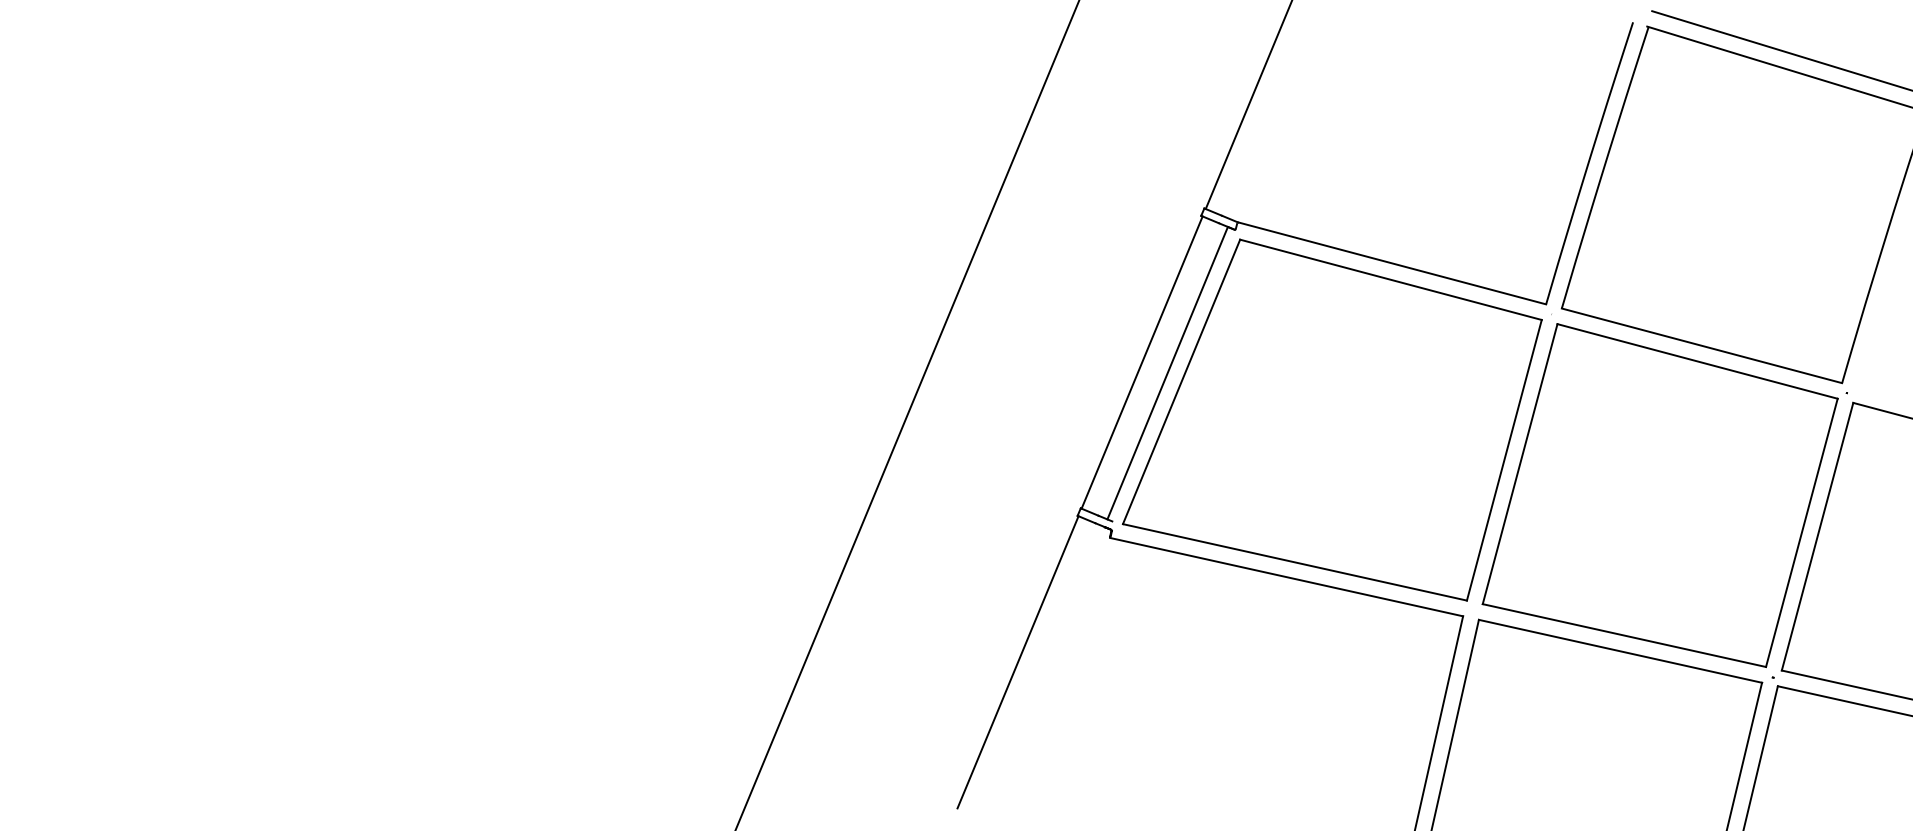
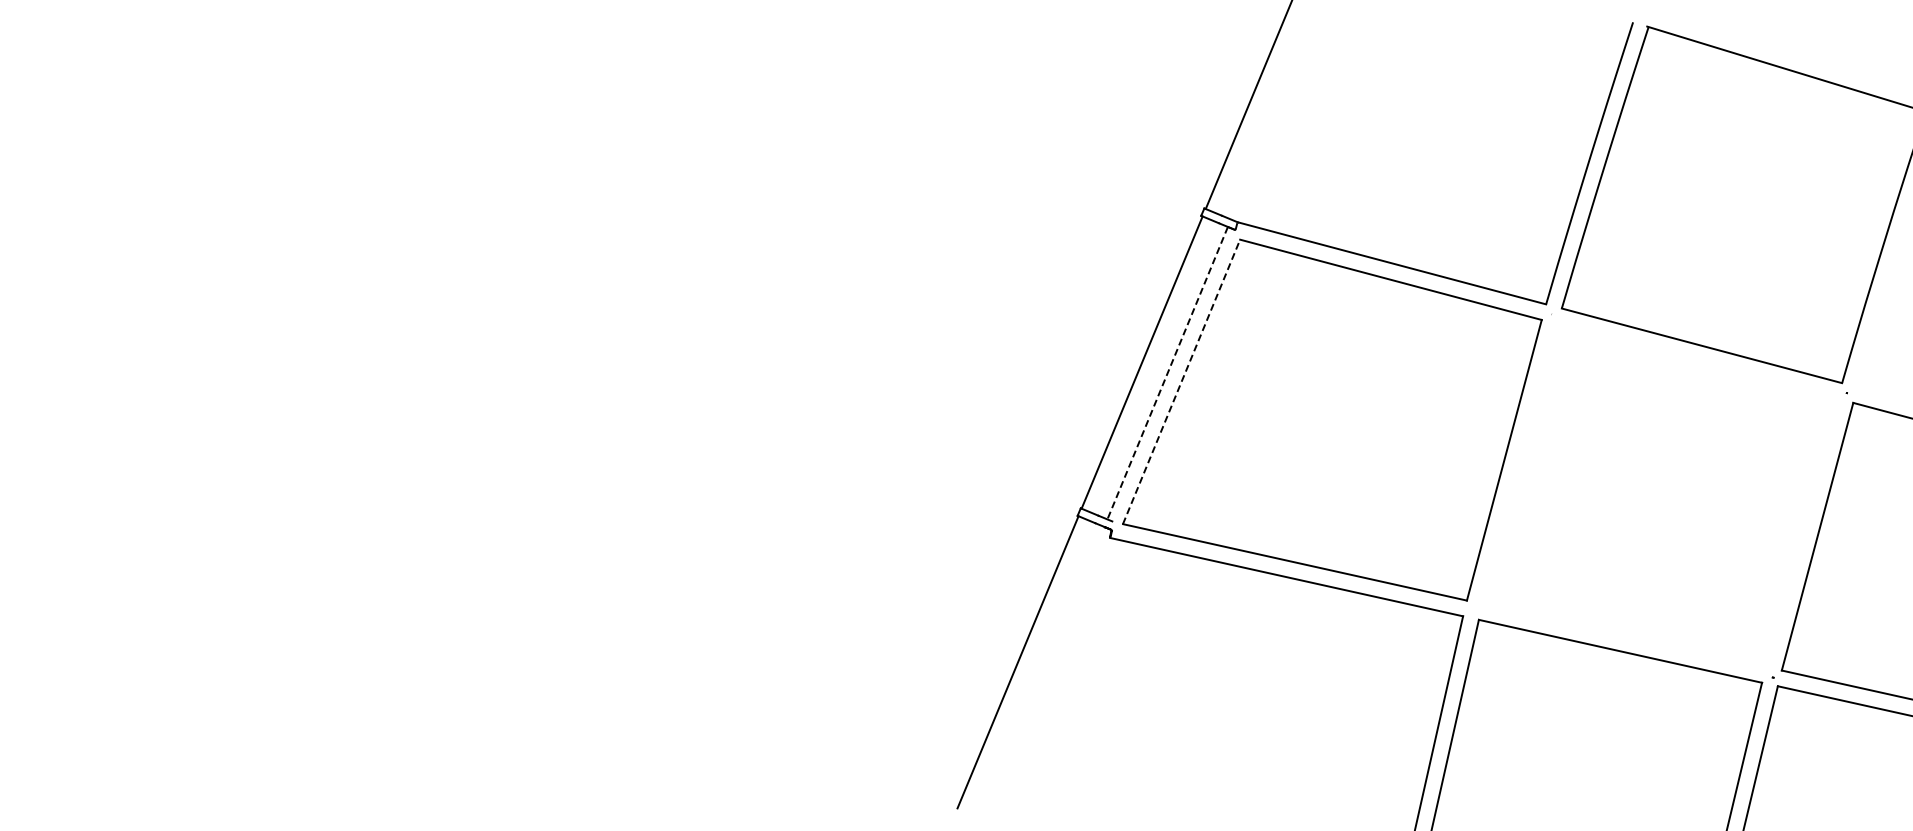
line at (1780, 50): present -> none
line at (1167, 373): solid -> dashed
line at (1181, 381): solid -> dashed
line at (907, 414): present -> none
part at (1659, 495): present -> none
